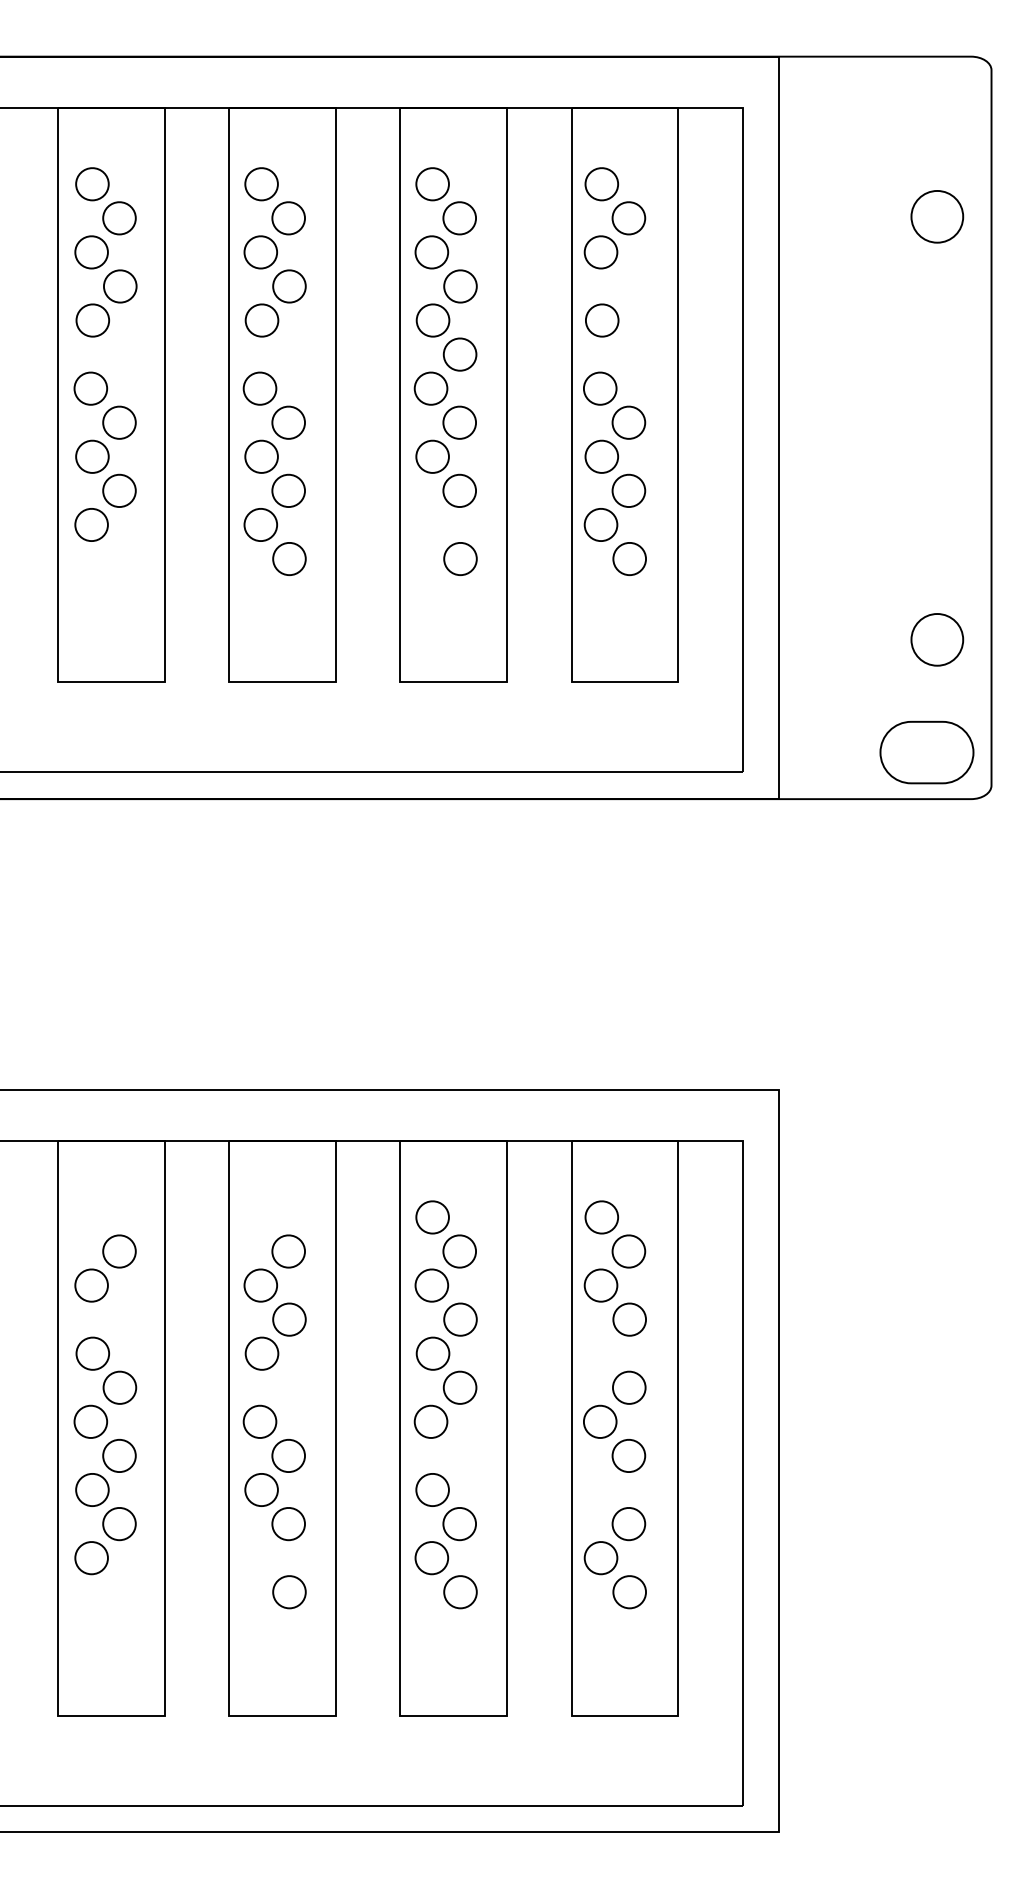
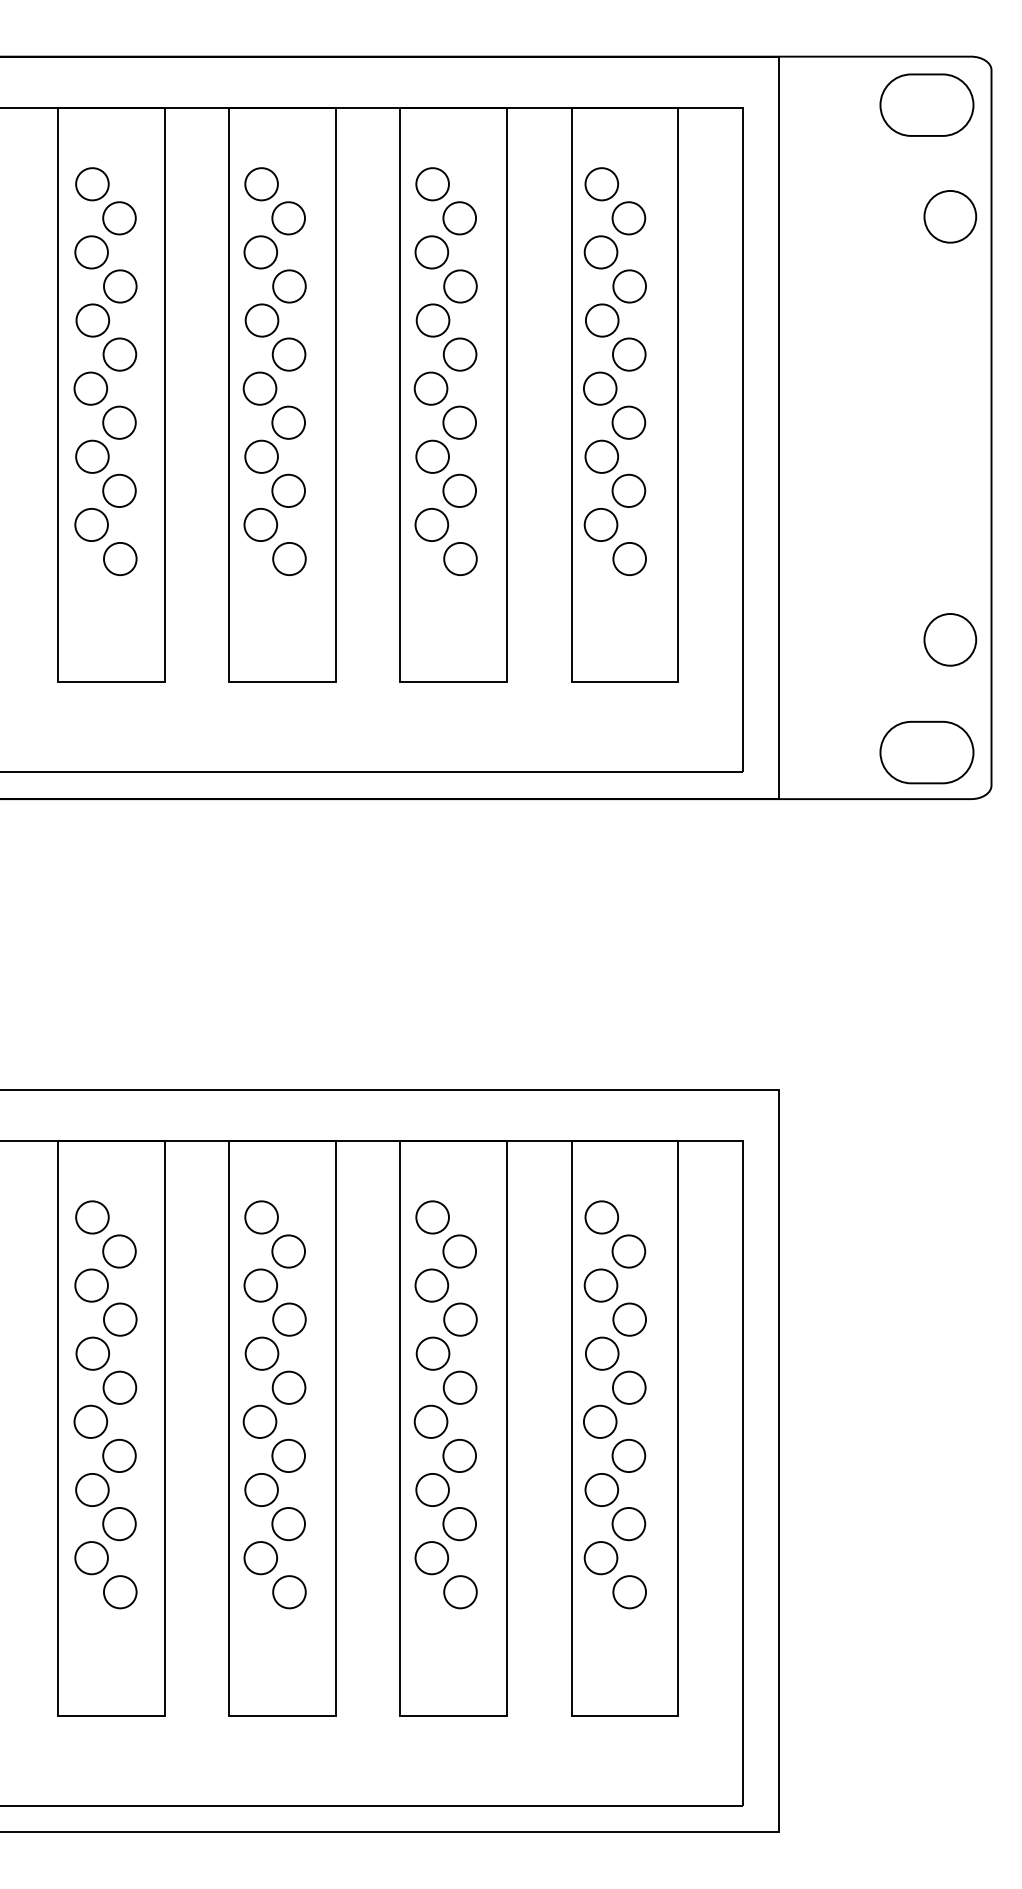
part at (926, 104): none -> present
part at (937, 216) position: (937, 216) -> (950, 216)
part at (629, 286): none -> present
part at (119, 354): none -> present
part at (288, 354): none -> present
part at (629, 354): none -> present
part at (431, 524): none -> present
part at (120, 558): none -> present
part at (937, 639) position: (937, 639) -> (950, 639)
part at (92, 1217): none -> present
part at (261, 1217): none -> present
part at (120, 1319): none -> present
part at (602, 1353): none -> present
part at (288, 1387): none -> present
part at (459, 1455): none -> present
part at (601, 1489): none -> present
part at (260, 1558): none -> present
part at (120, 1592): none -> present
